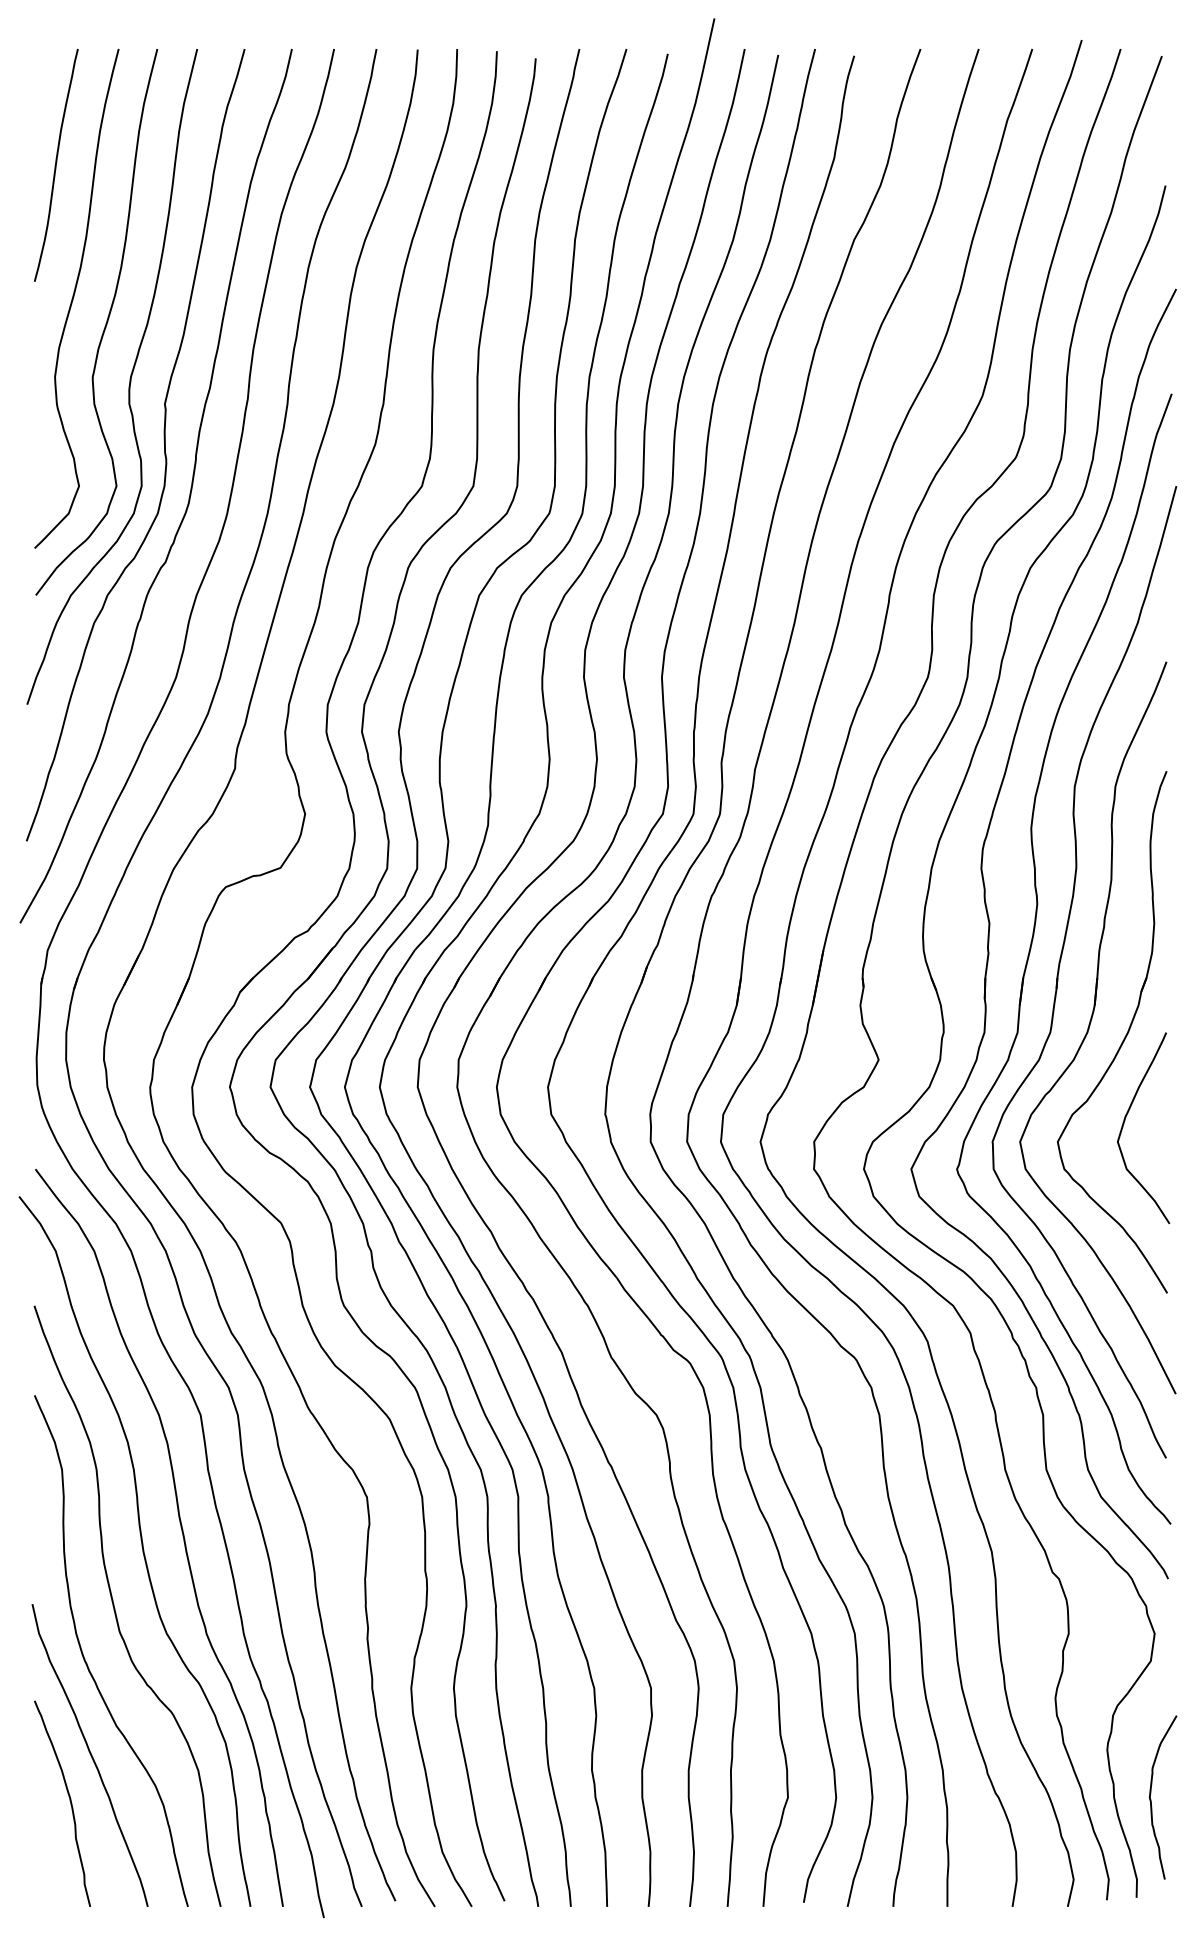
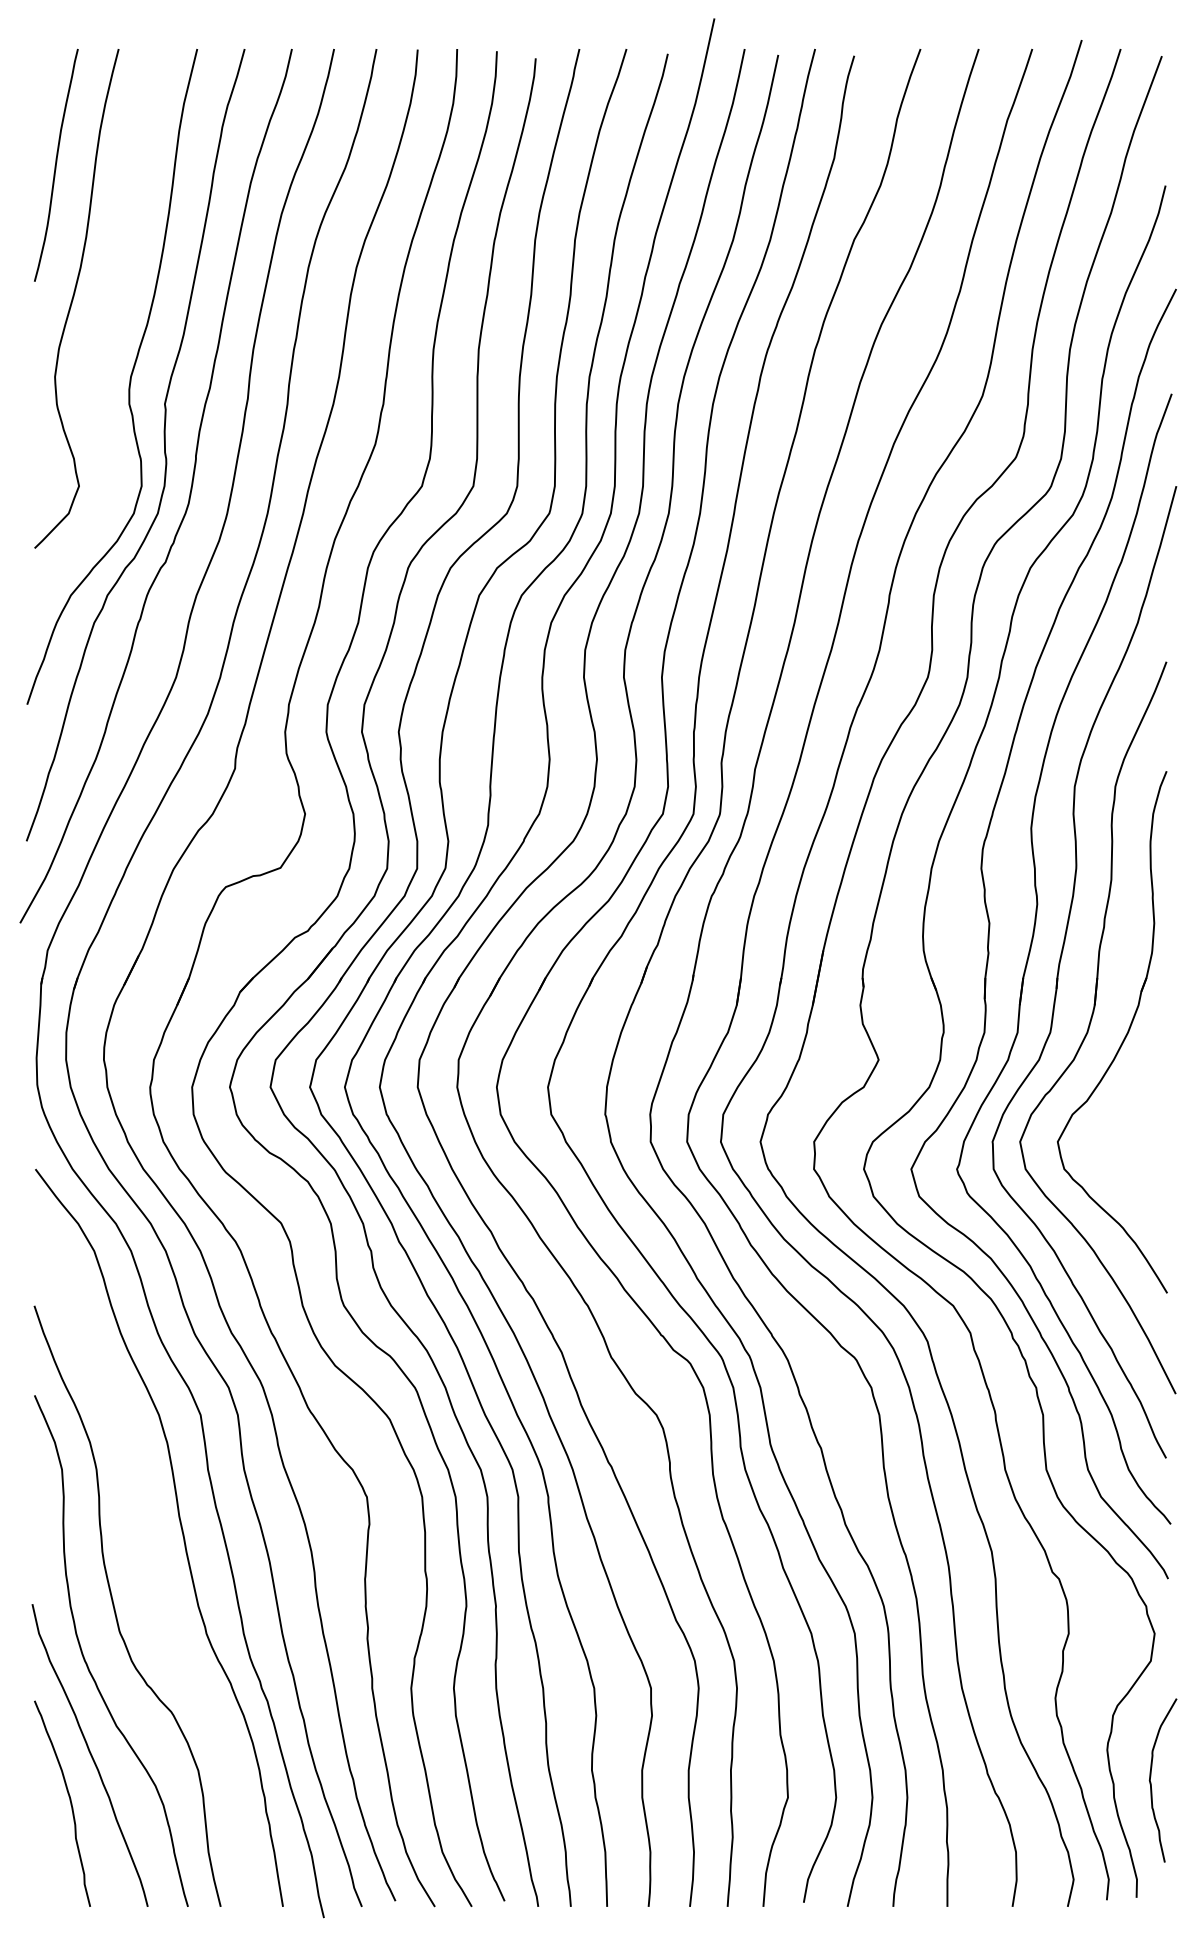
curve at (104, 326): present -> none
curve at (1124, 1124): present -> none
curve at (142, 1551): present -> none
curve at (1151, 1799) position: (1151, 1799) -> (1151, 1782)
